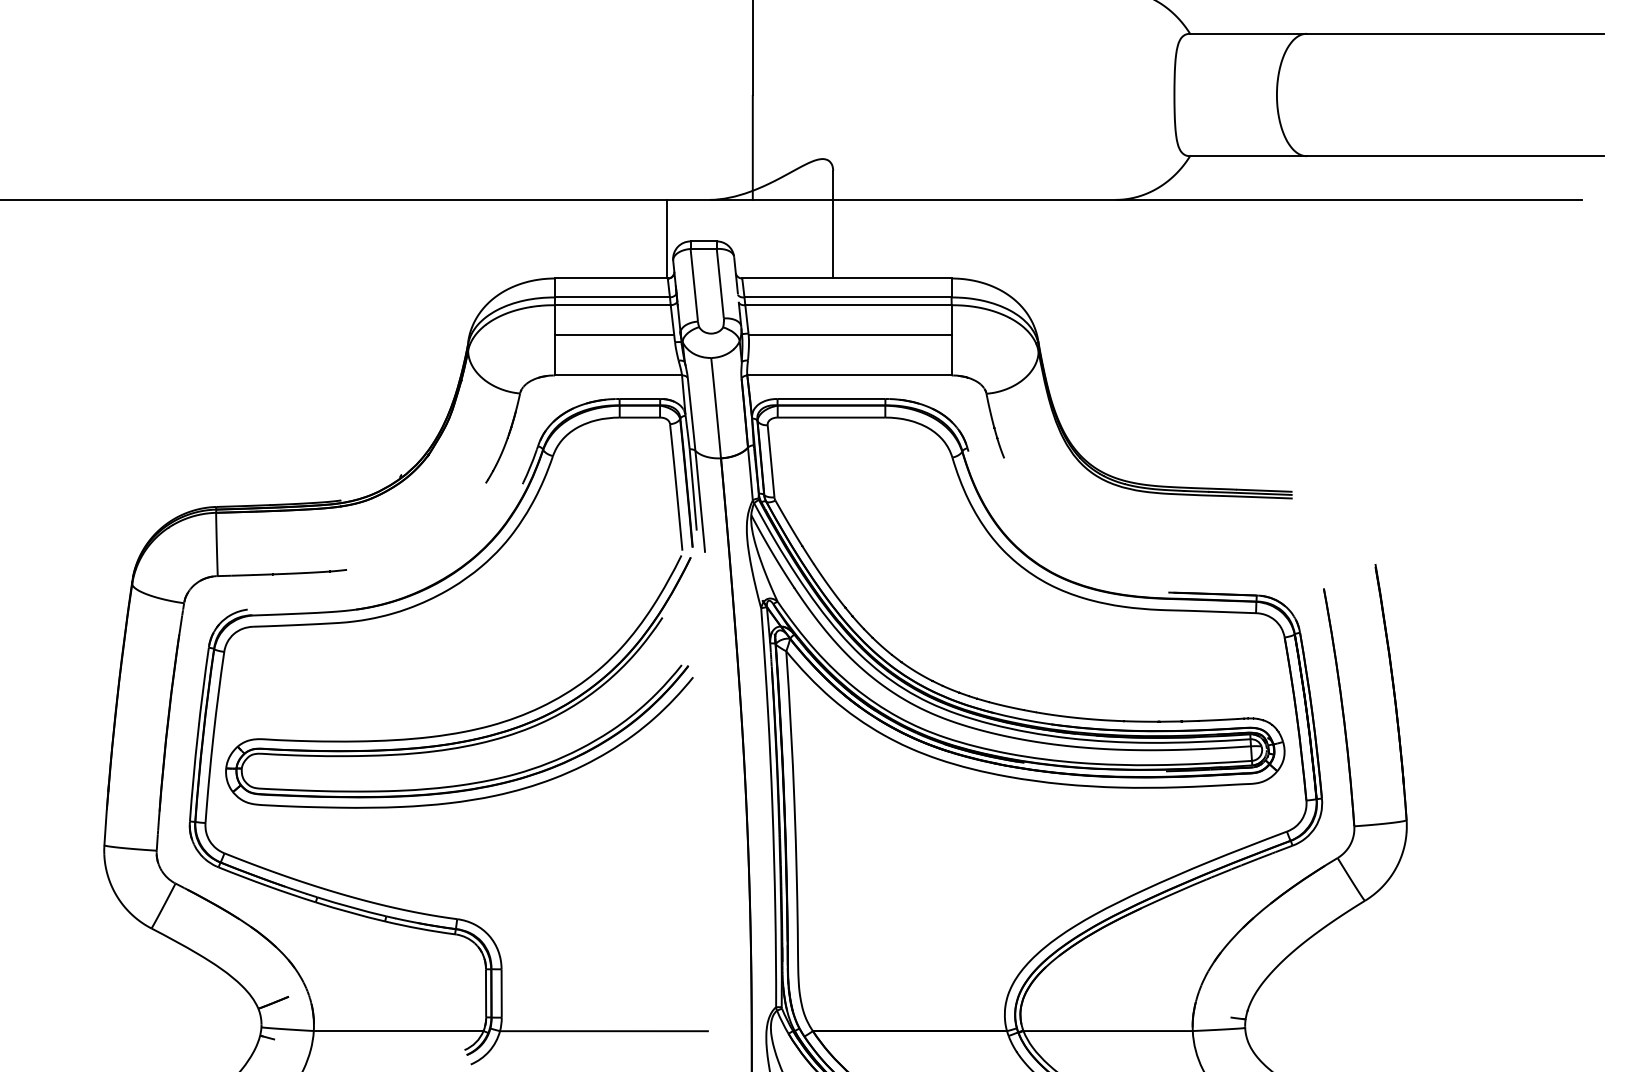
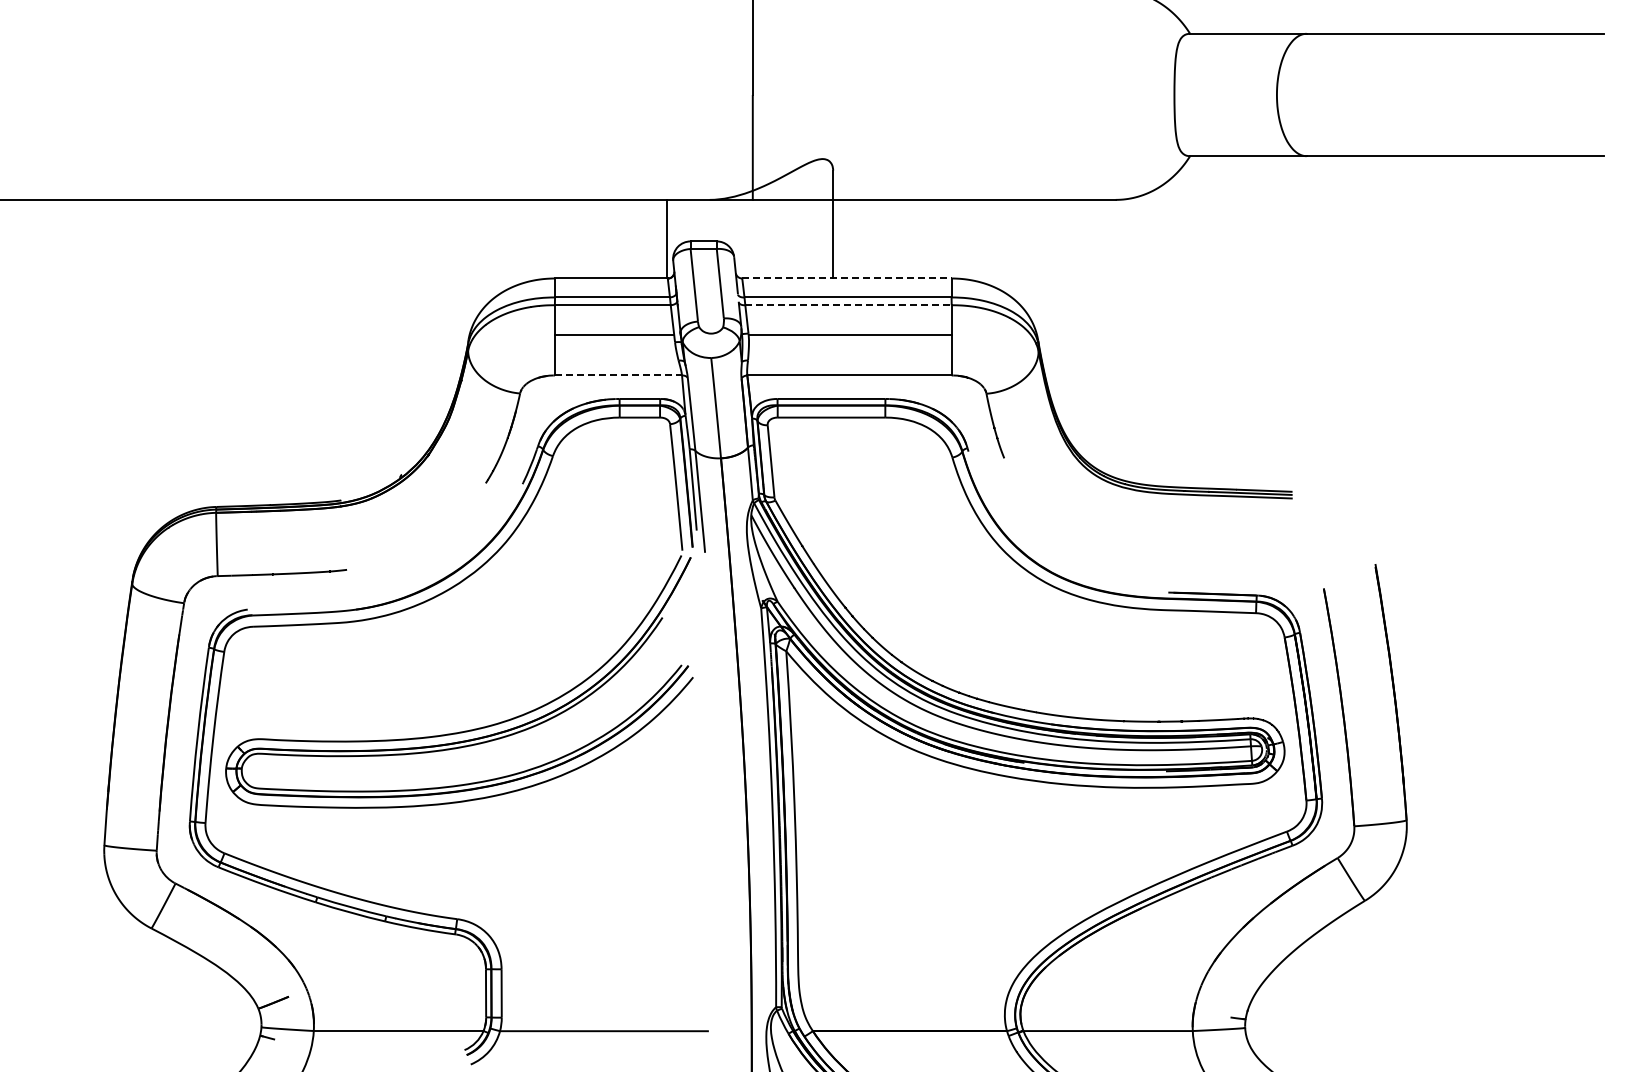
line at (1349, 199): present -> none
line at (846, 278): solid -> dashed
line at (849, 305): solid -> dashed
line at (618, 375): solid -> dashed
